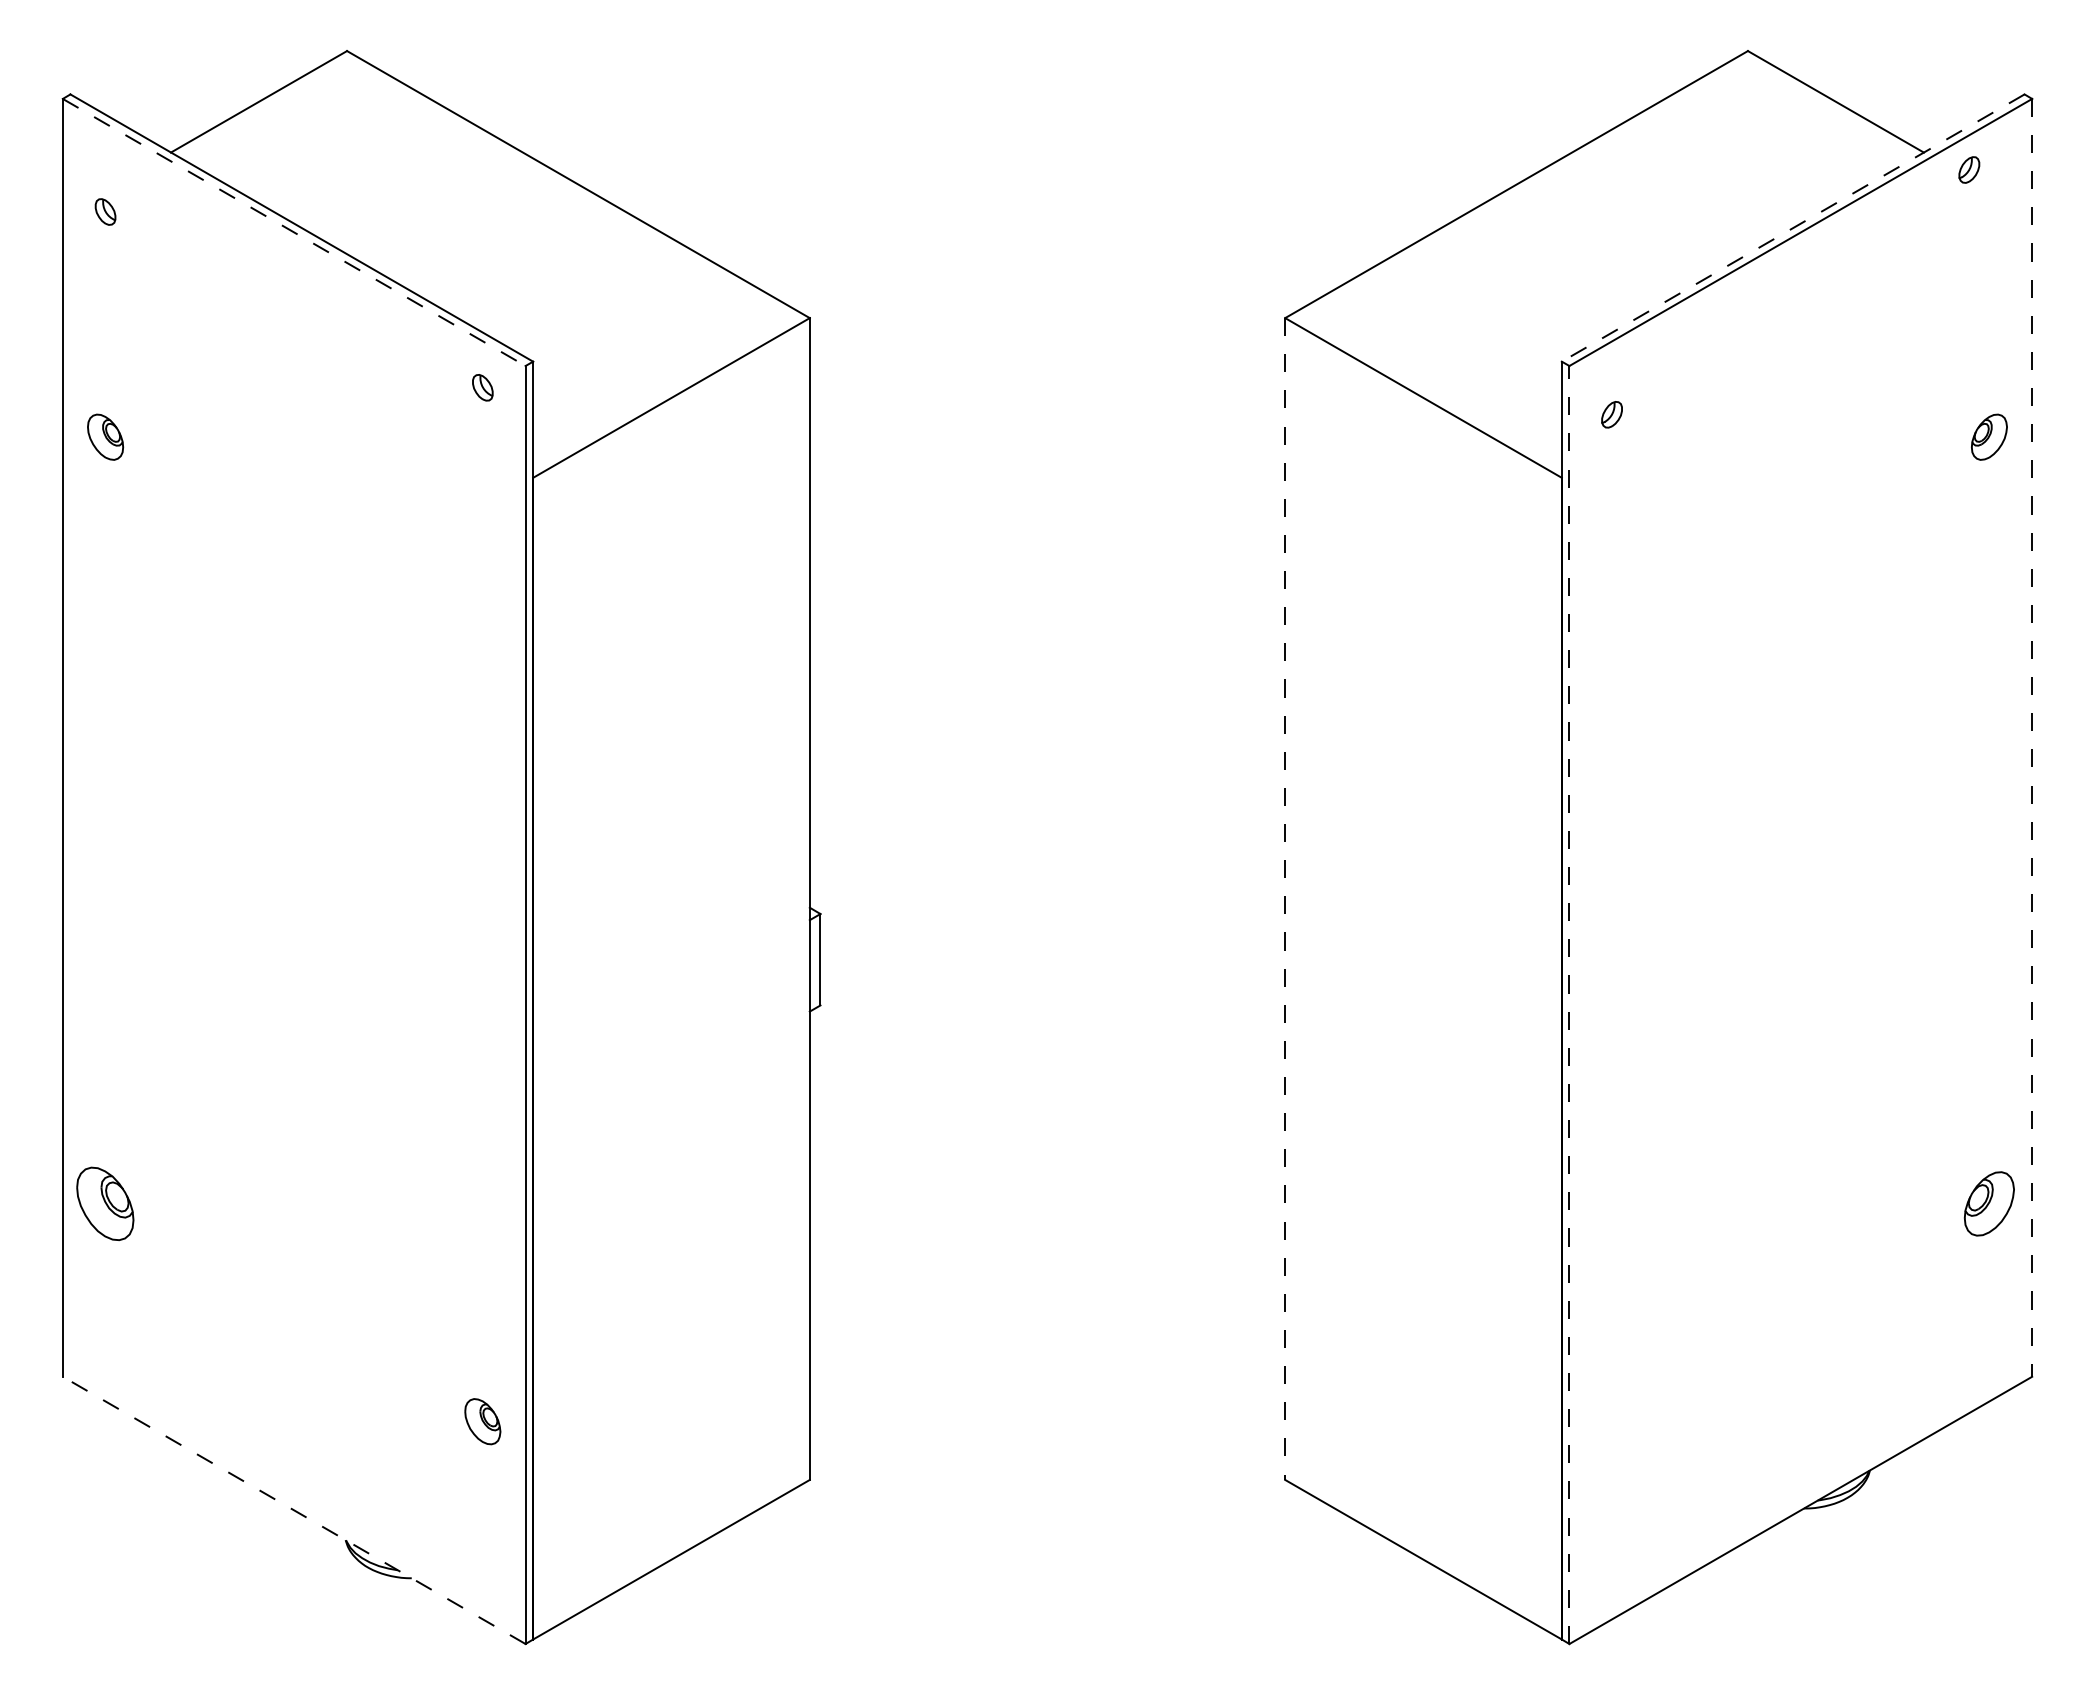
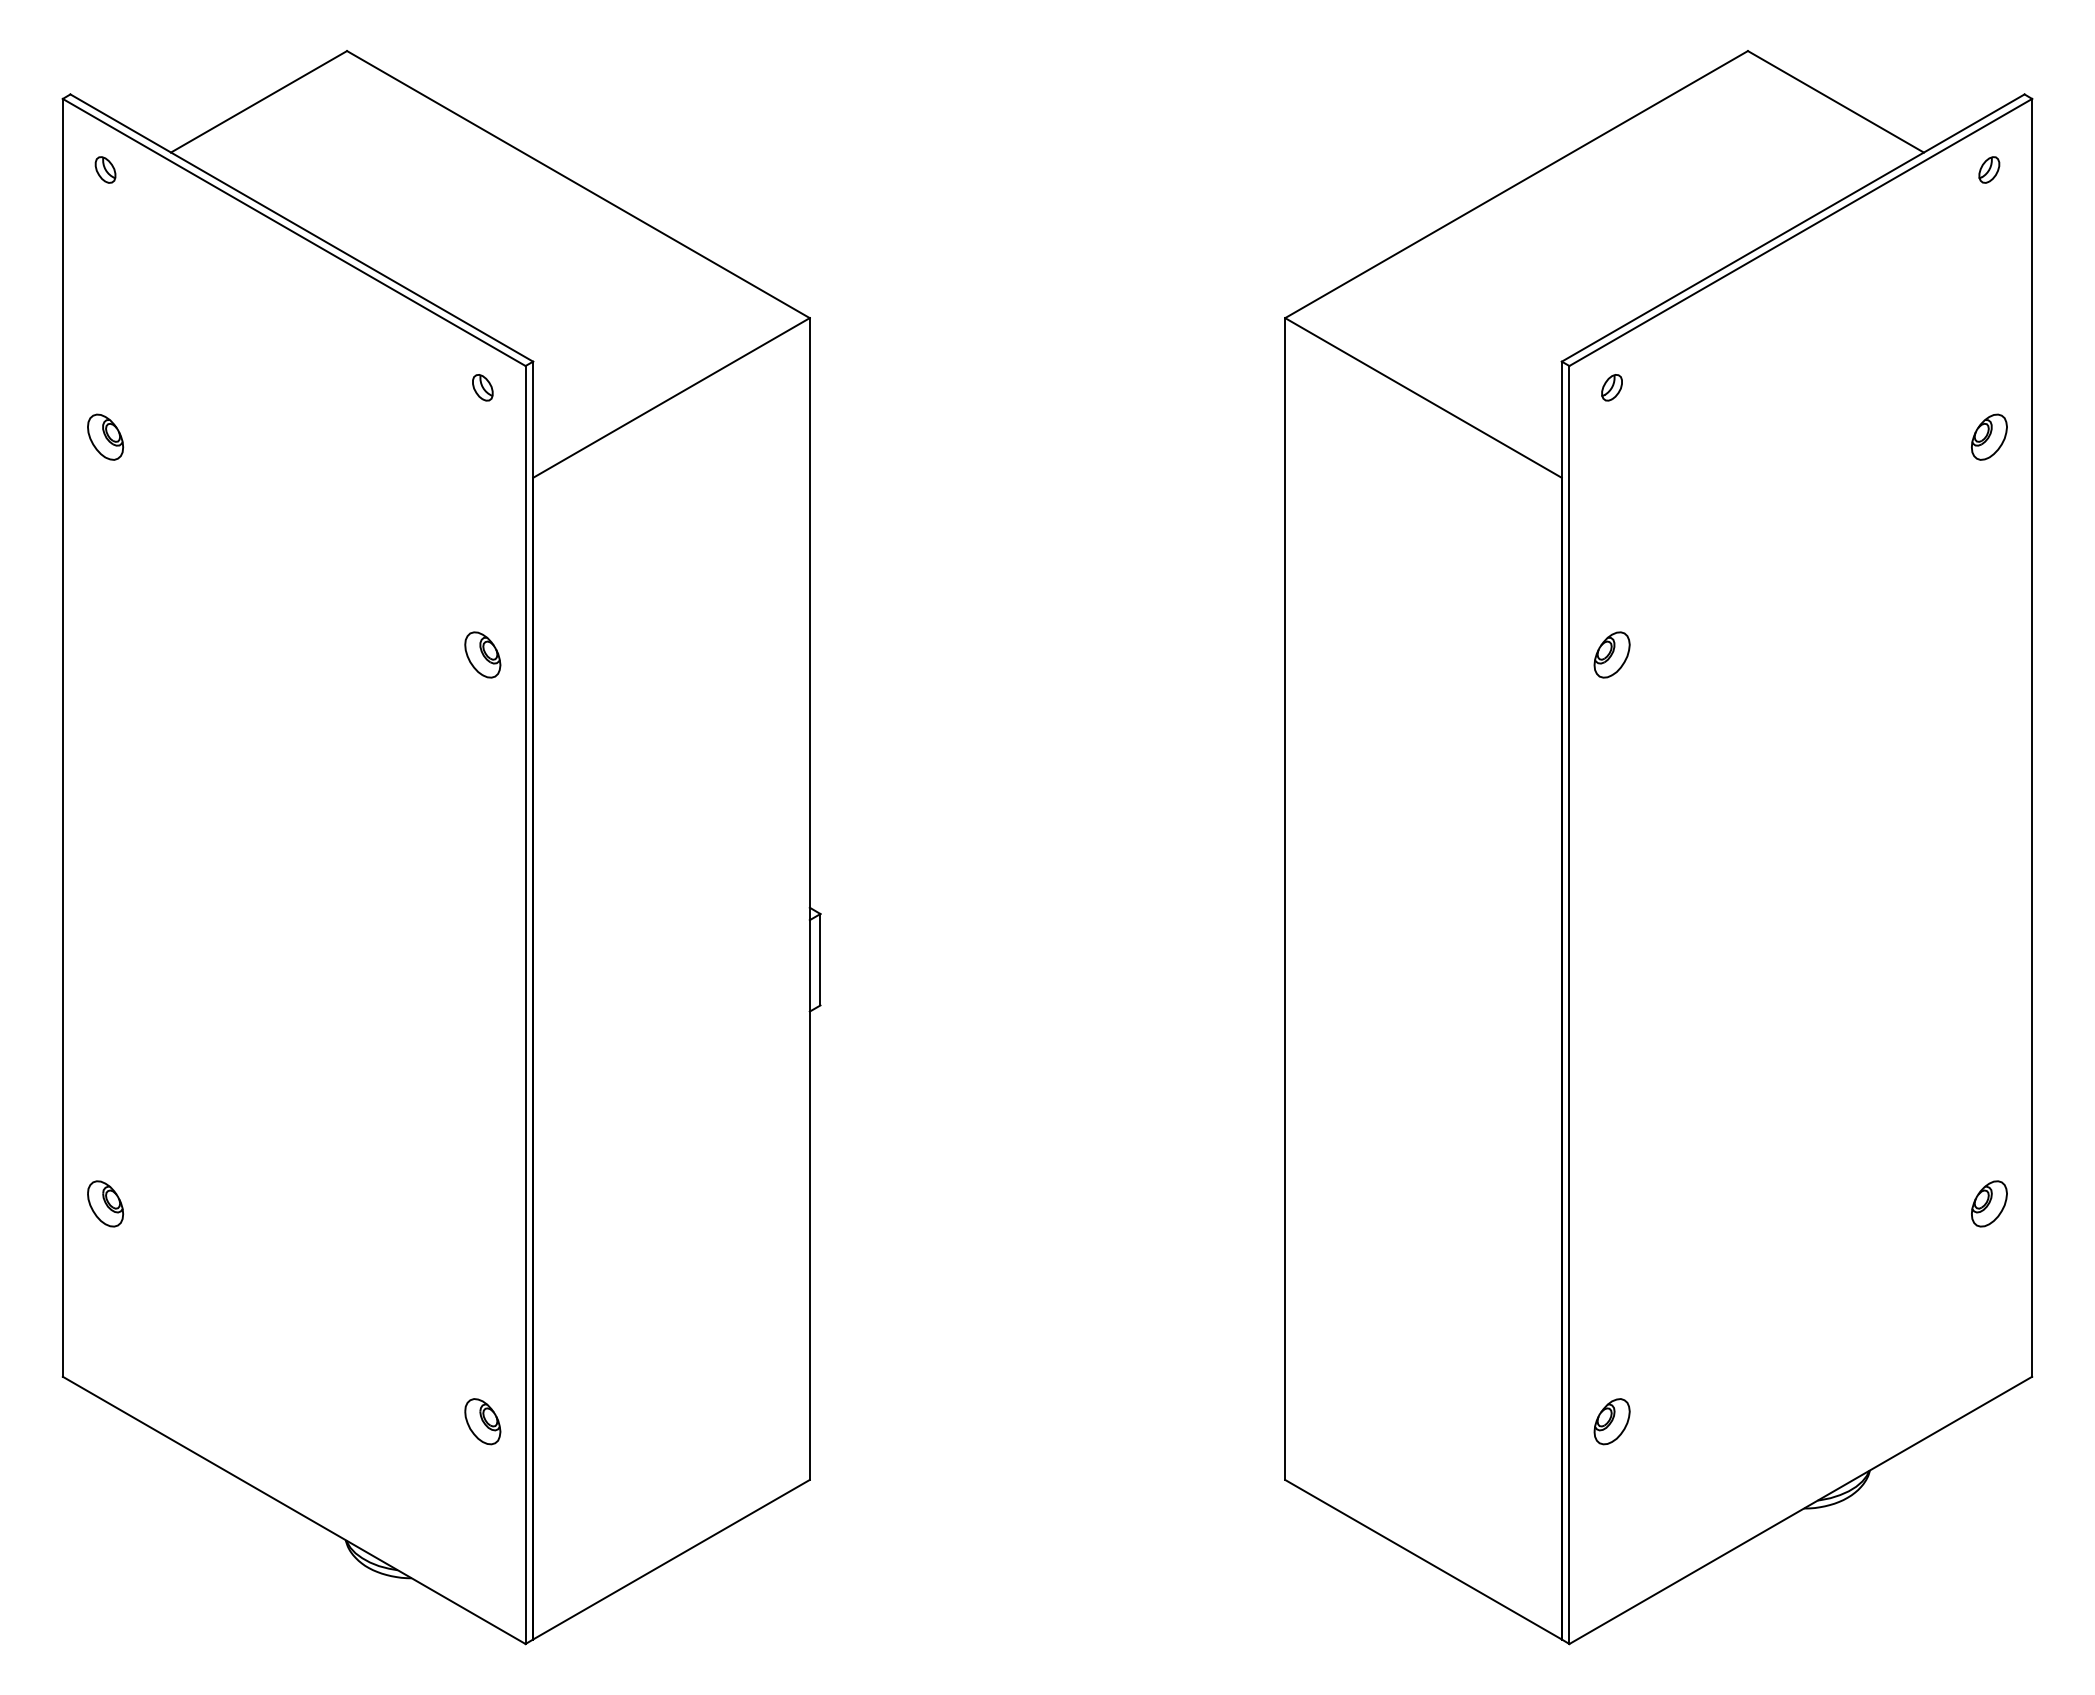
part at (1969, 169) position: (1969, 169) -> (1989, 169)
part at (105, 211) position: (105, 211) -> (105, 169)
line at (1792, 228): dashed -> solid
line at (294, 232): dashed -> solid
part at (1611, 414) position: (1611, 414) -> (1611, 387)
part at (482, 654): none -> present
part at (1611, 654): none -> present
line at (2032, 737): dashed -> solid
line at (1285, 899): dashed -> solid
line at (1569, 1004): dashed -> solid
part at (105, 1203) size: 59x75 px -> 38x48 px
part at (1988, 1203) size: 52x66 px -> 37x48 px
part at (1611, 1421): none -> present
line at (293, 1510): dashed -> solid
